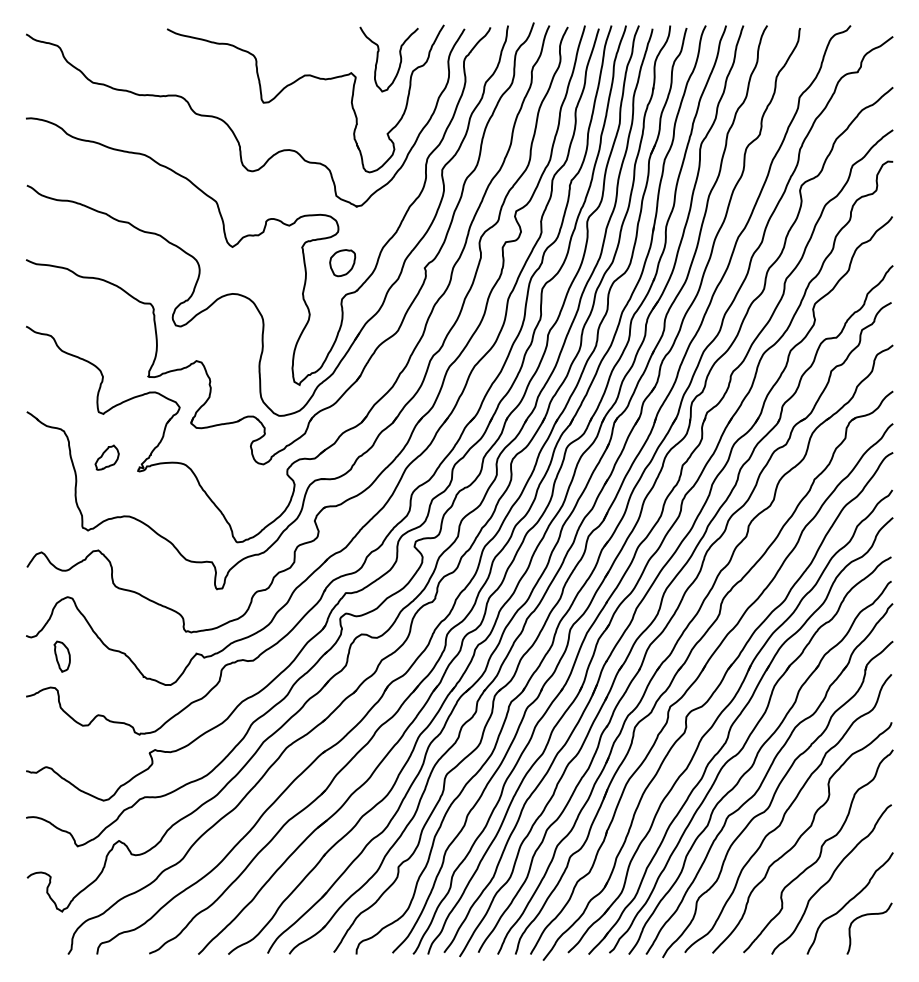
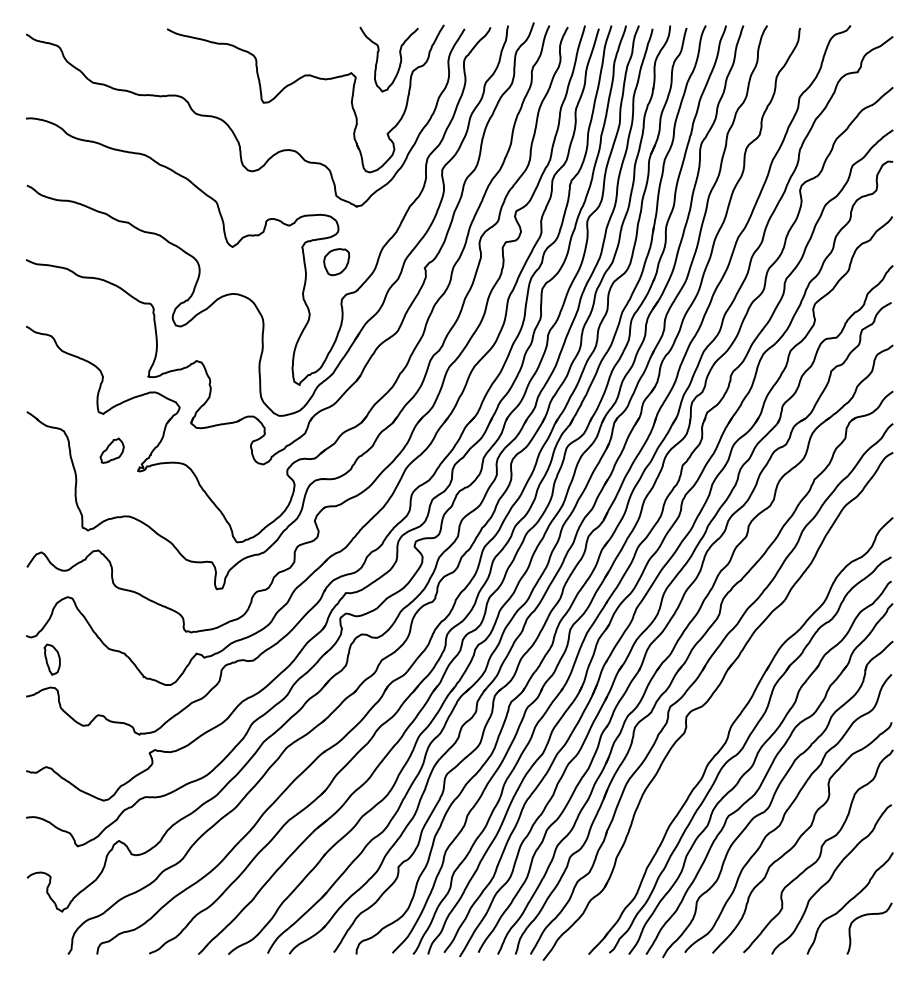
part at (342, 263) position: (342, 263) -> (336, 262)
part at (106, 457) position: (106, 457) -> (111, 450)
part at (61, 656) position: (61, 656) -> (51, 659)
part at (721, 714): present -> none
